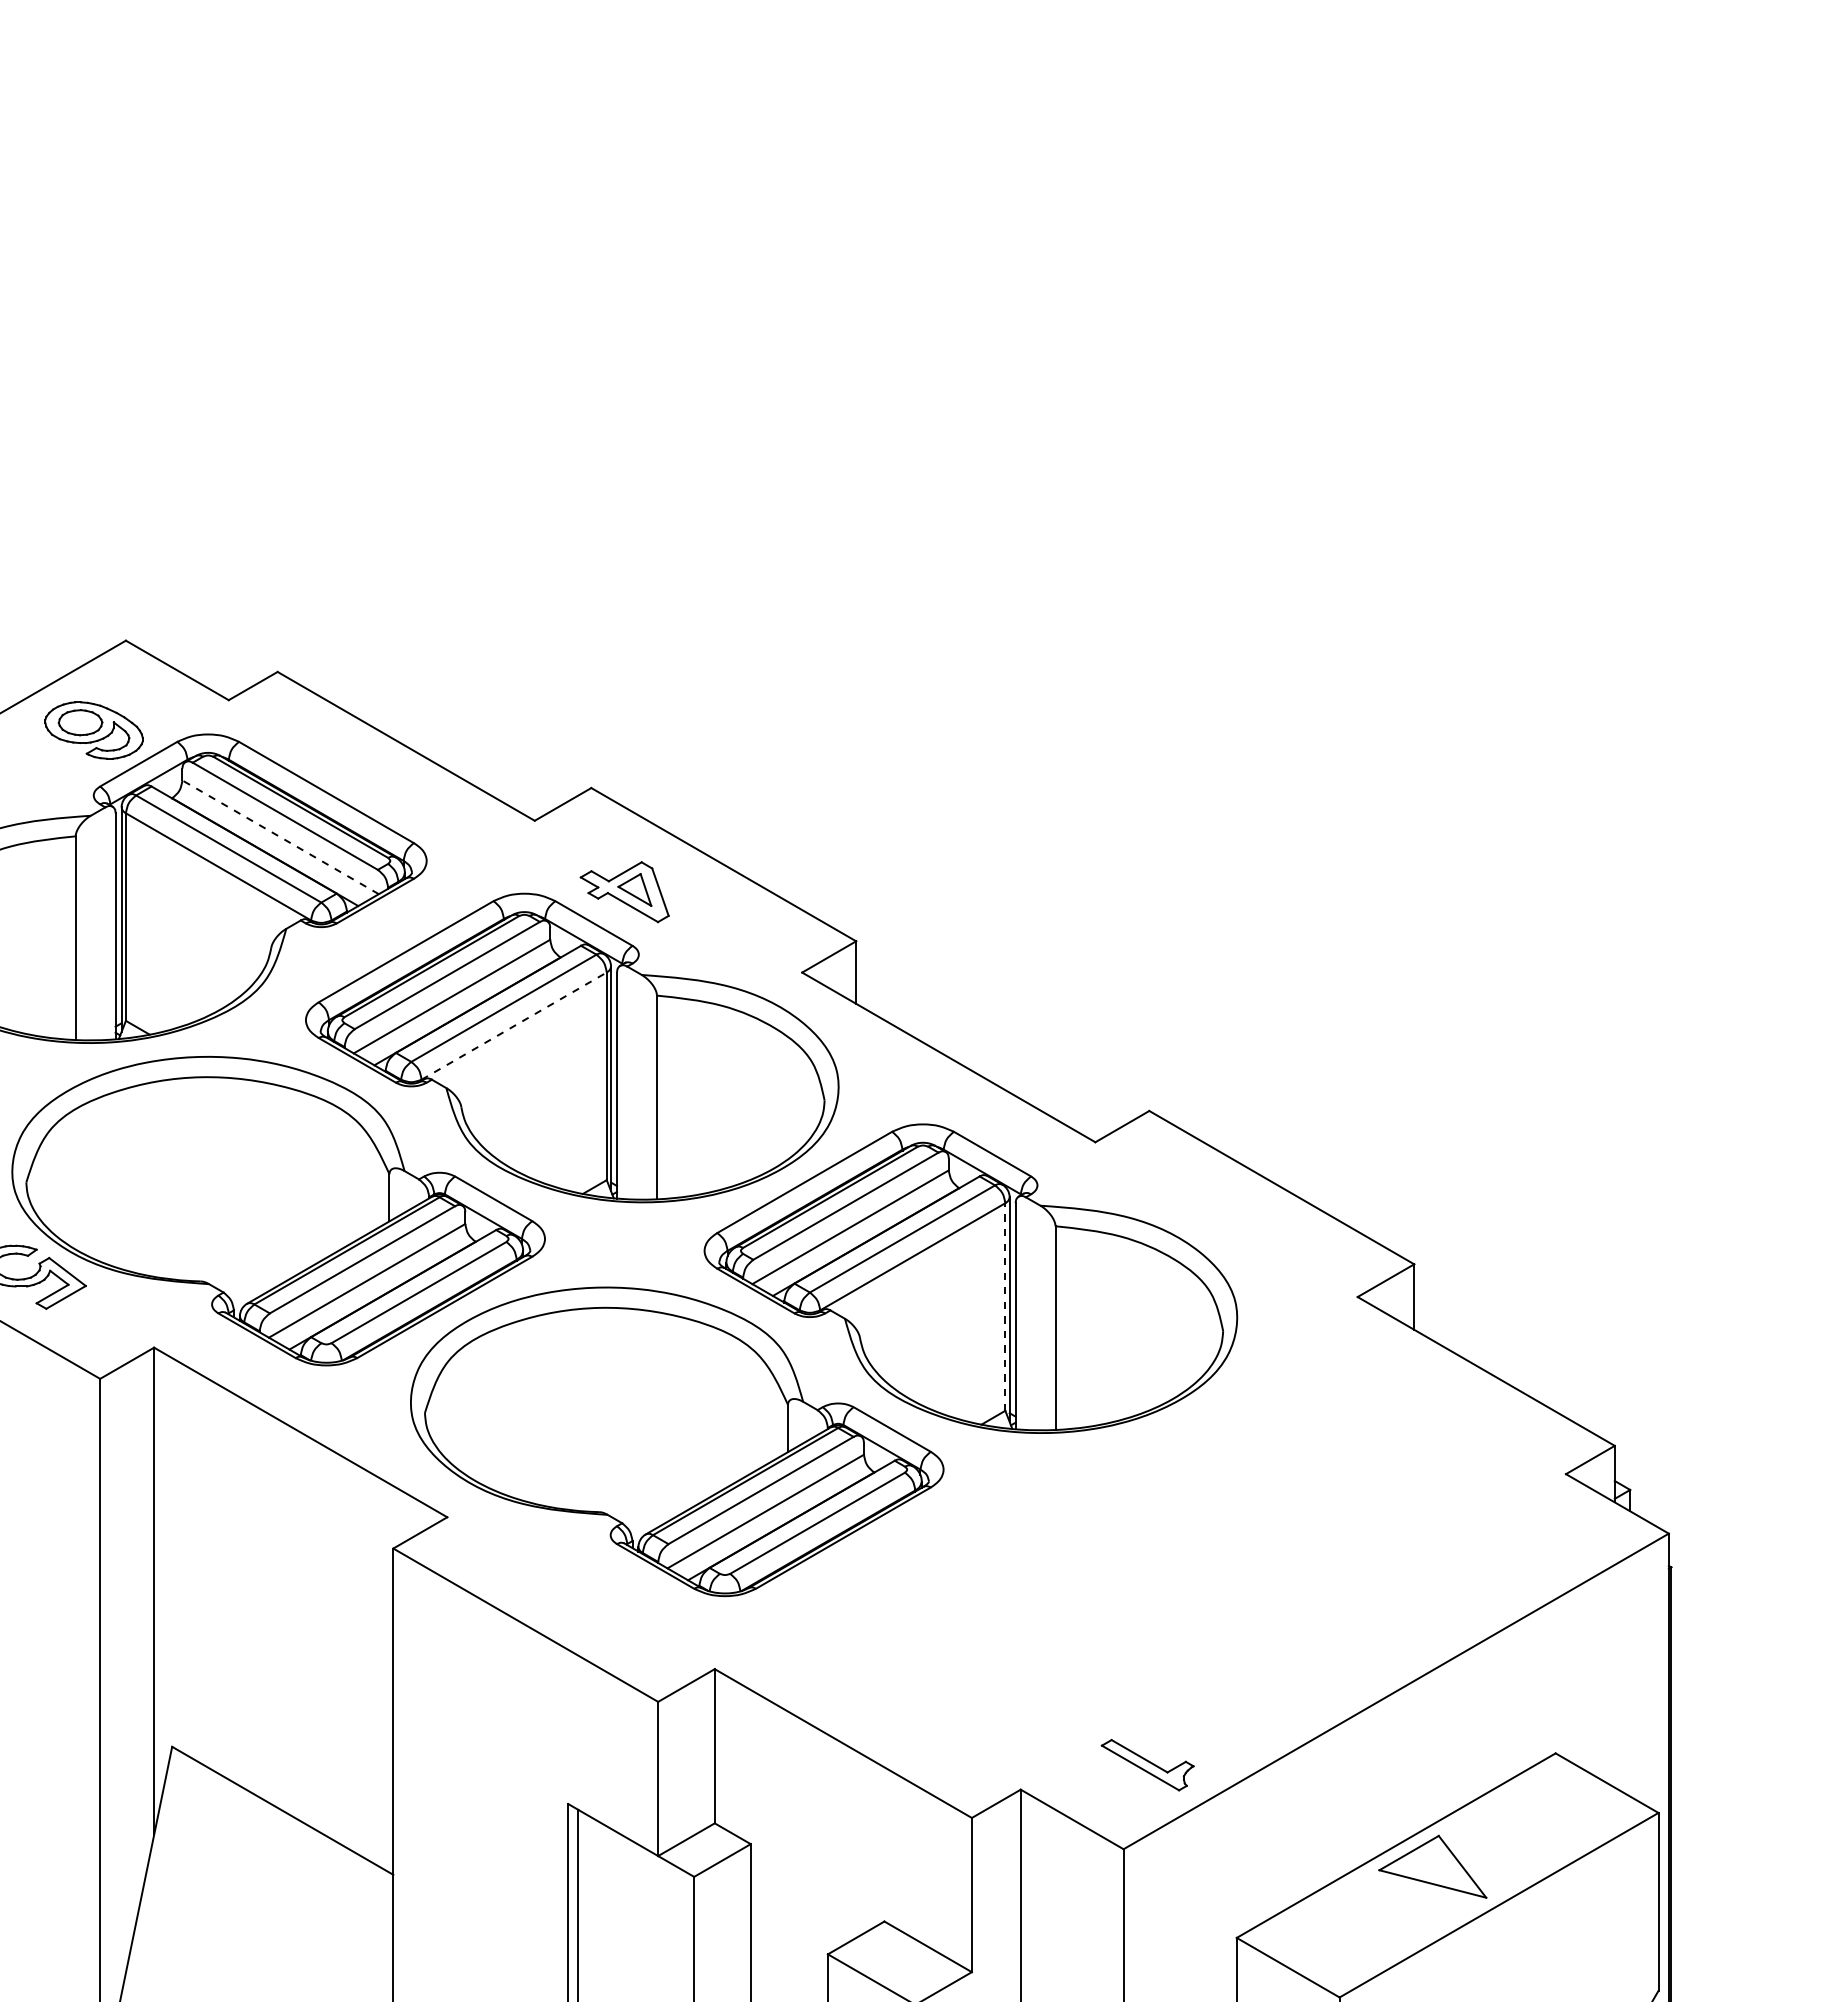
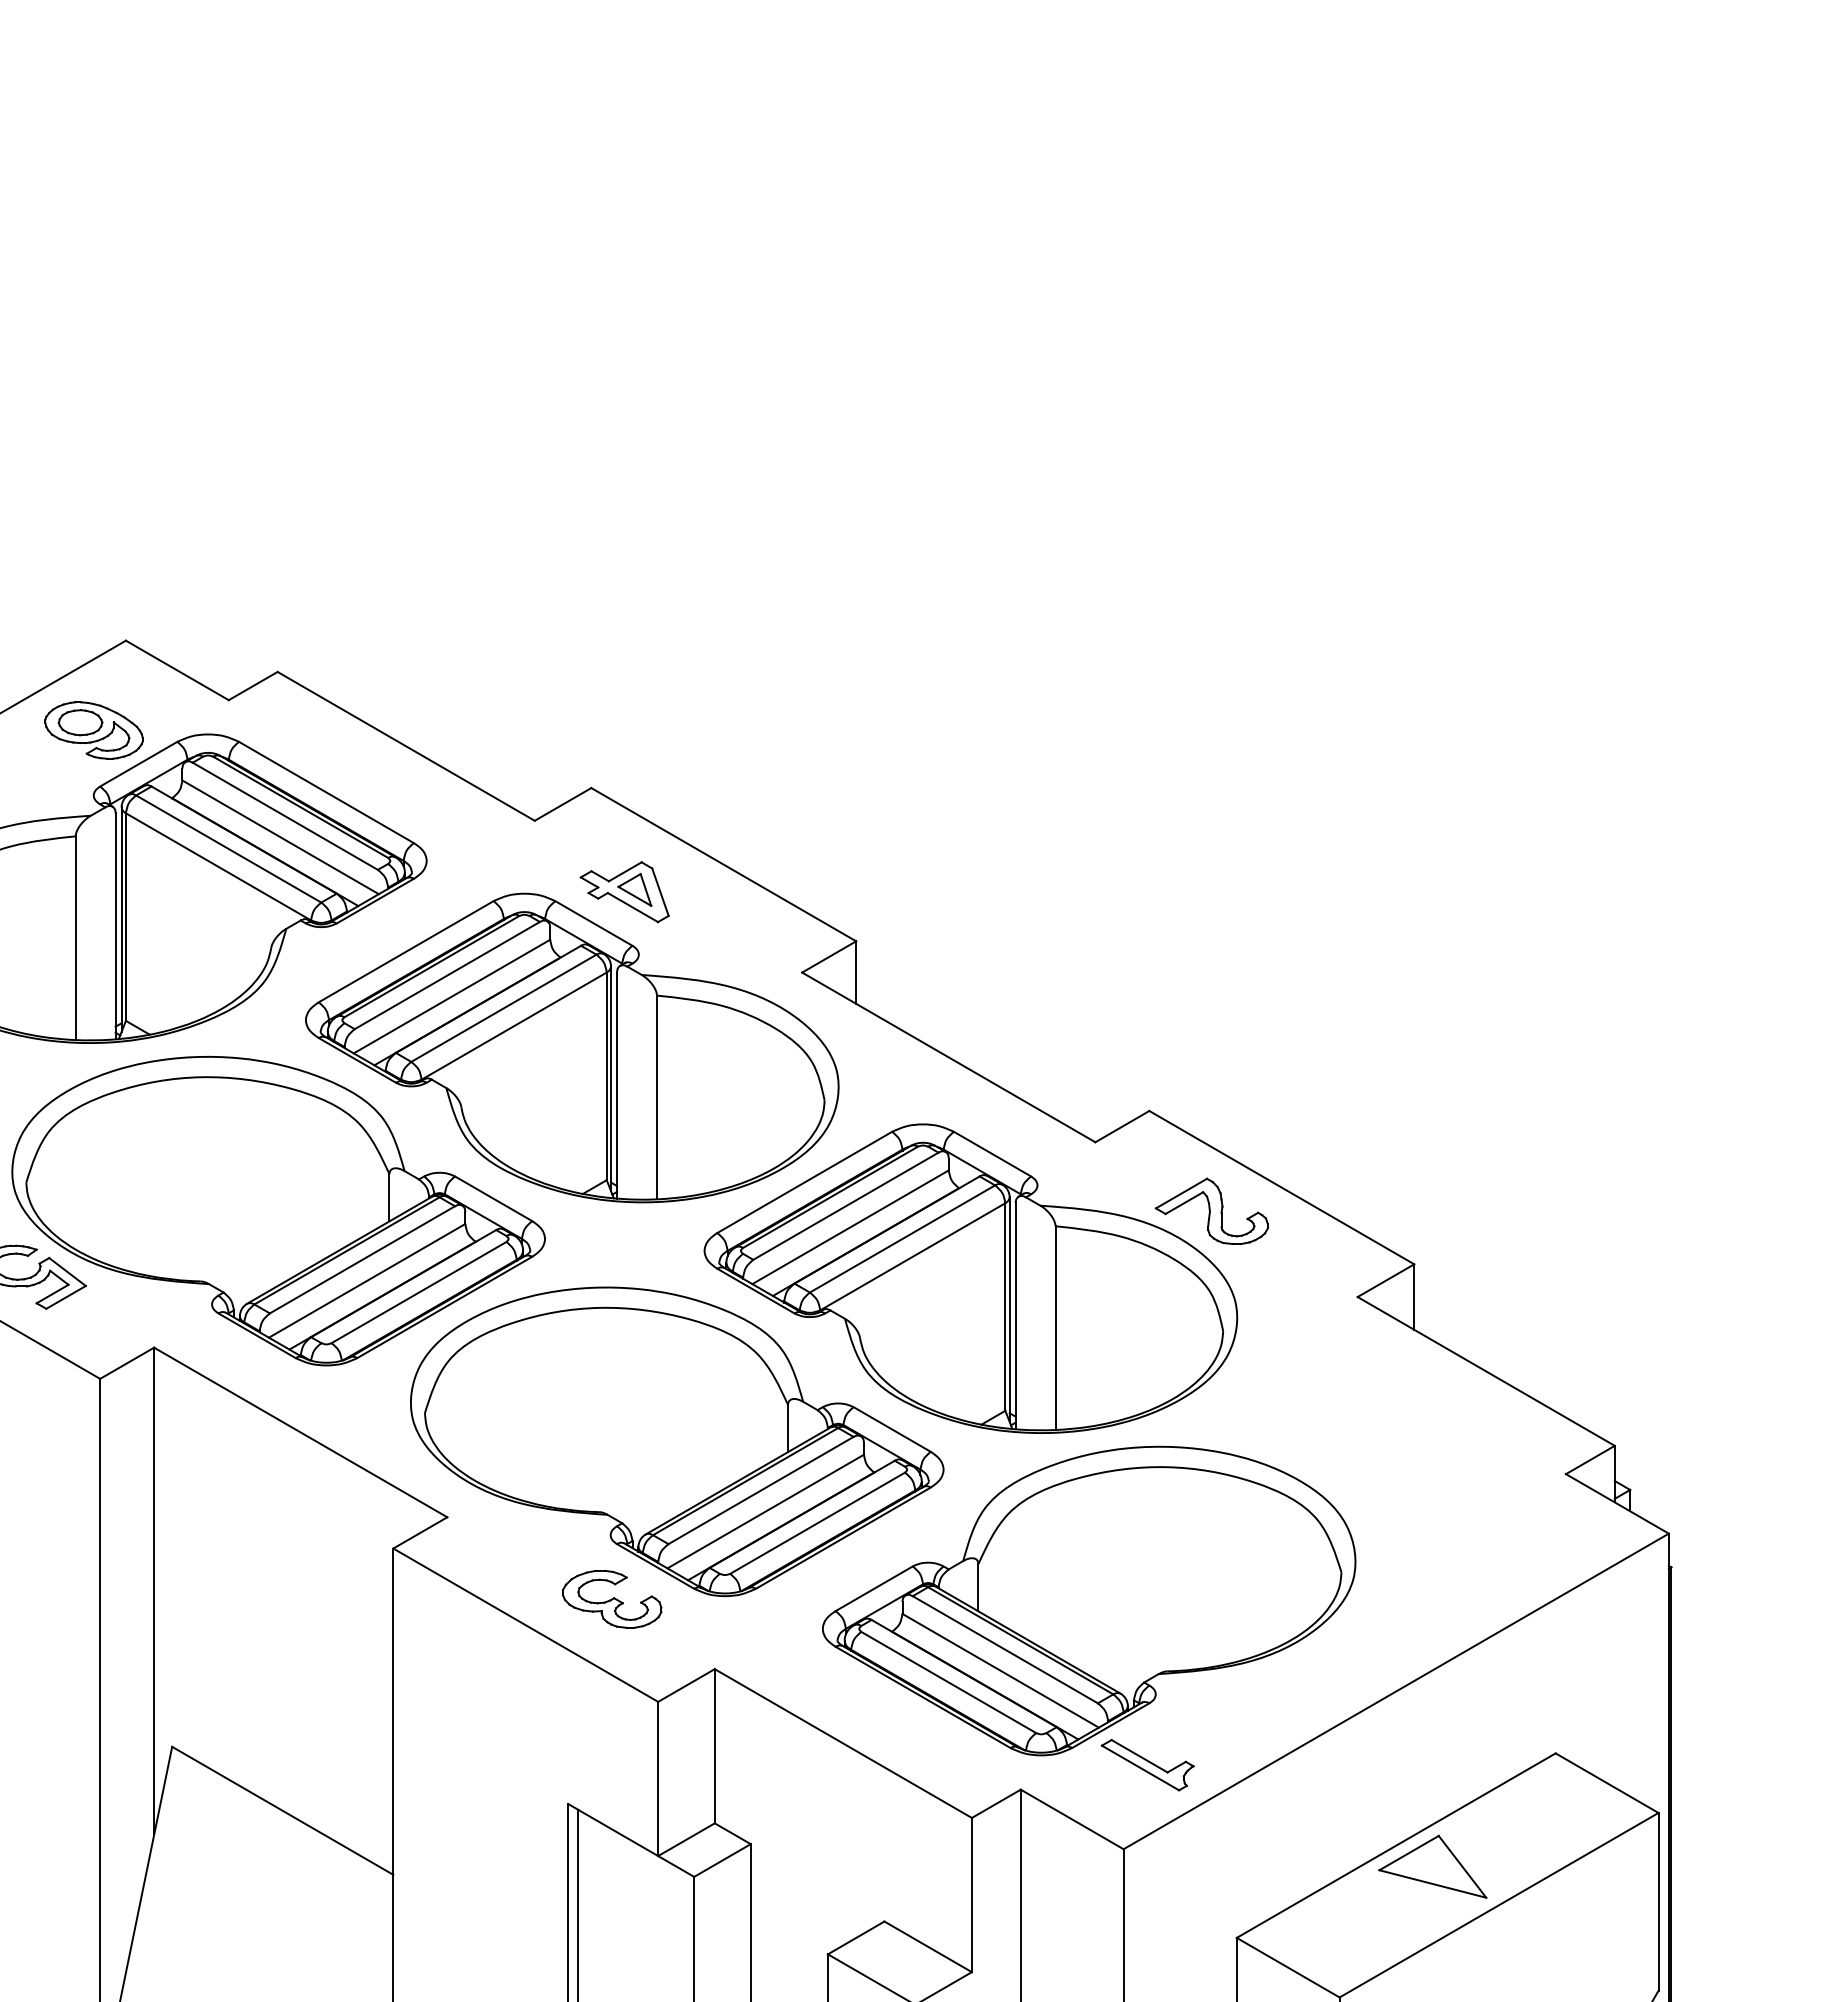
line at (280, 837): dashed -> solid
line at (514, 1026): dashed -> solid
part at (1211, 1211): none -> present
line at (1005, 1307): dashed -> solid
part at (612, 1599): none -> present
part at (1089, 1600): none -> present
